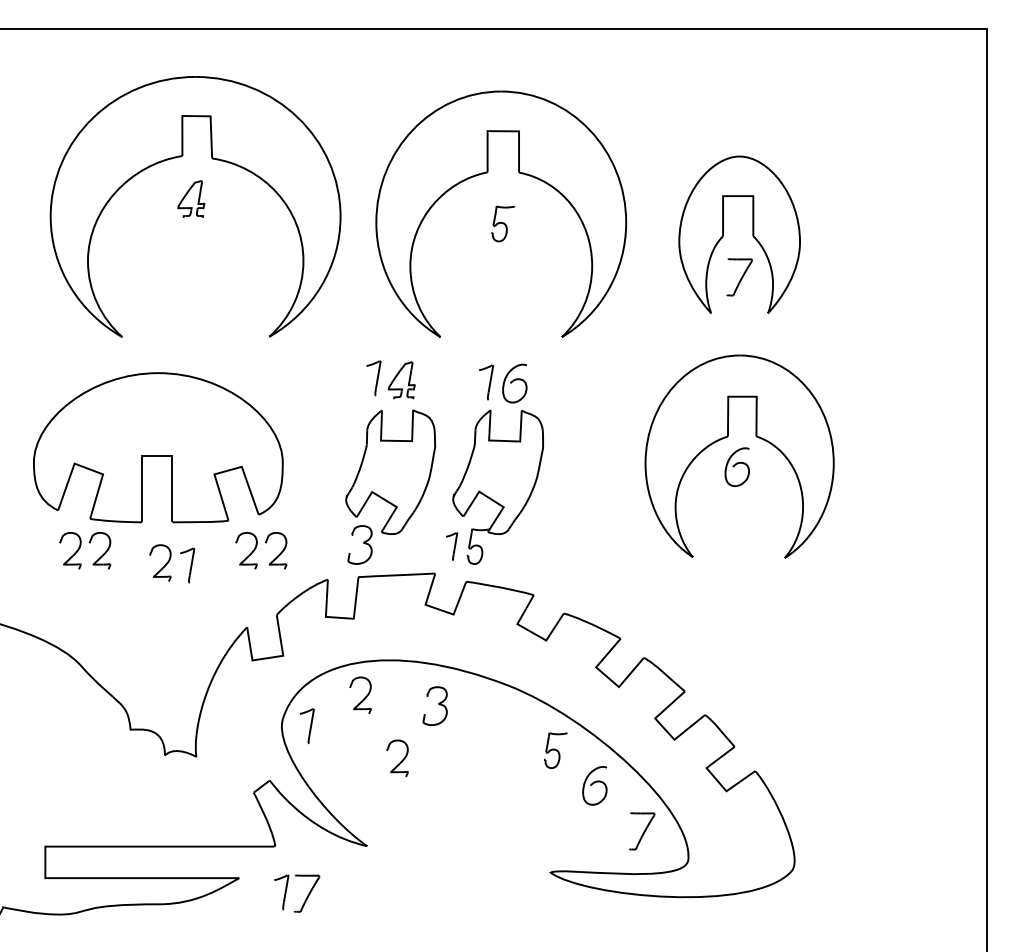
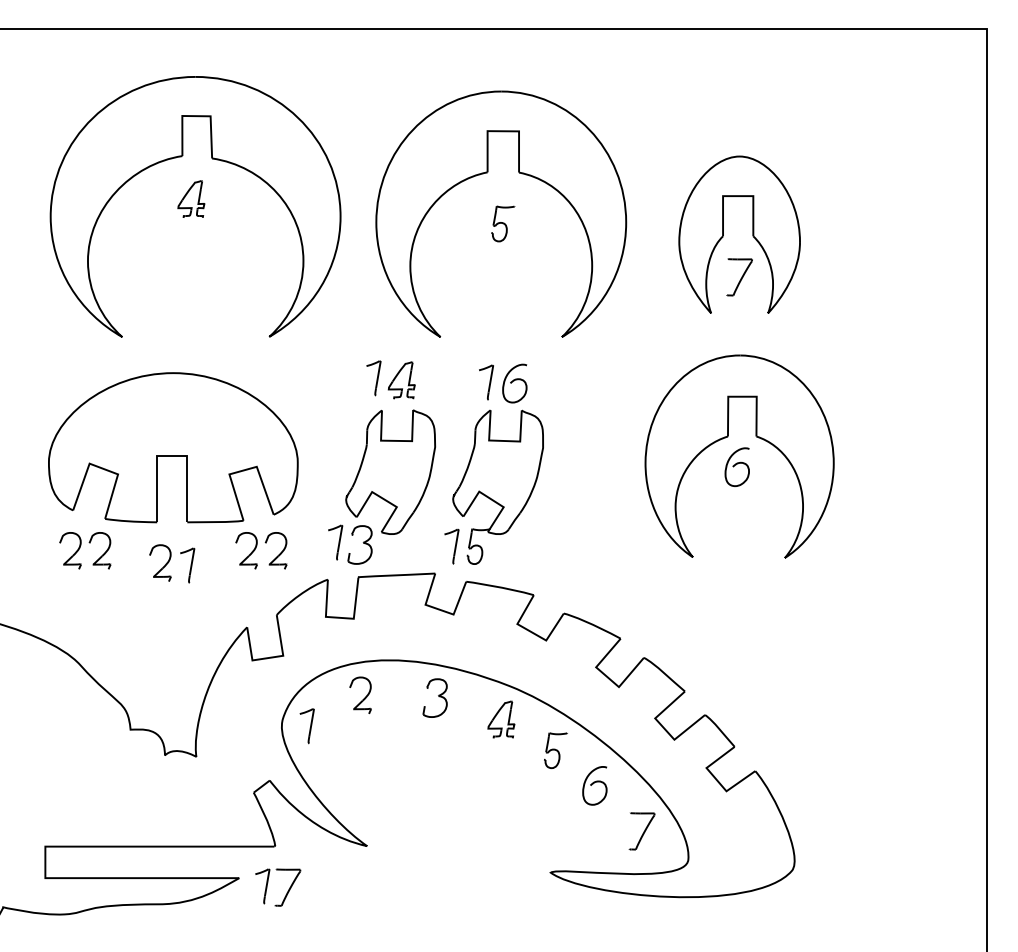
part at (158, 447) position: (158, 447) -> (173, 447)
part at (335, 542): none -> present
part at (452, 546) size: 13x29 px -> 16x37 px
part at (434, 705) position: (434, 705) -> (434, 697)
part at (501, 719): none -> present
part at (397, 757): present -> none
part at (305, 898) position: (305, 898) -> (286, 892)
